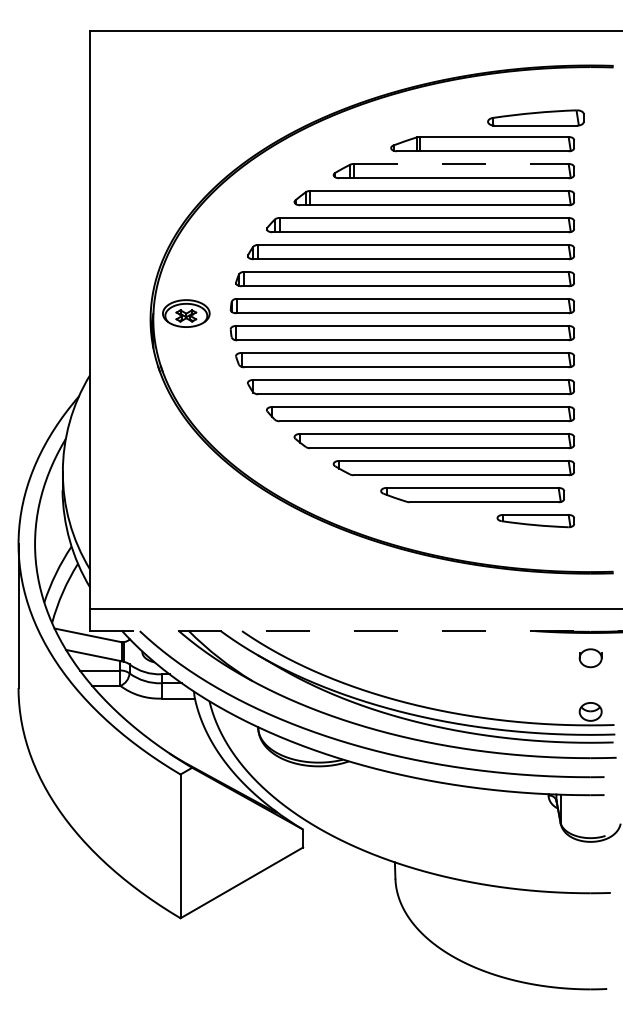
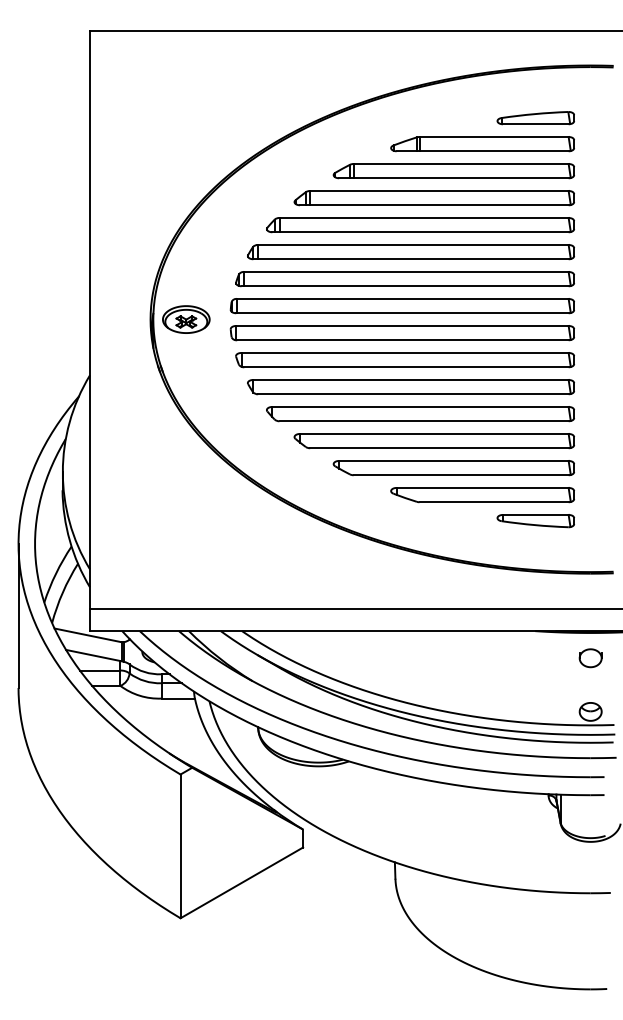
part at (535, 117) size: 98x18 px -> 79x15 px
line at (461, 163): dashed -> solid
part at (186, 313) position: (186, 313) -> (186, 319)
part at (472, 495) position: (472, 495) -> (482, 495)
line at (356, 631): dashed -> solid
